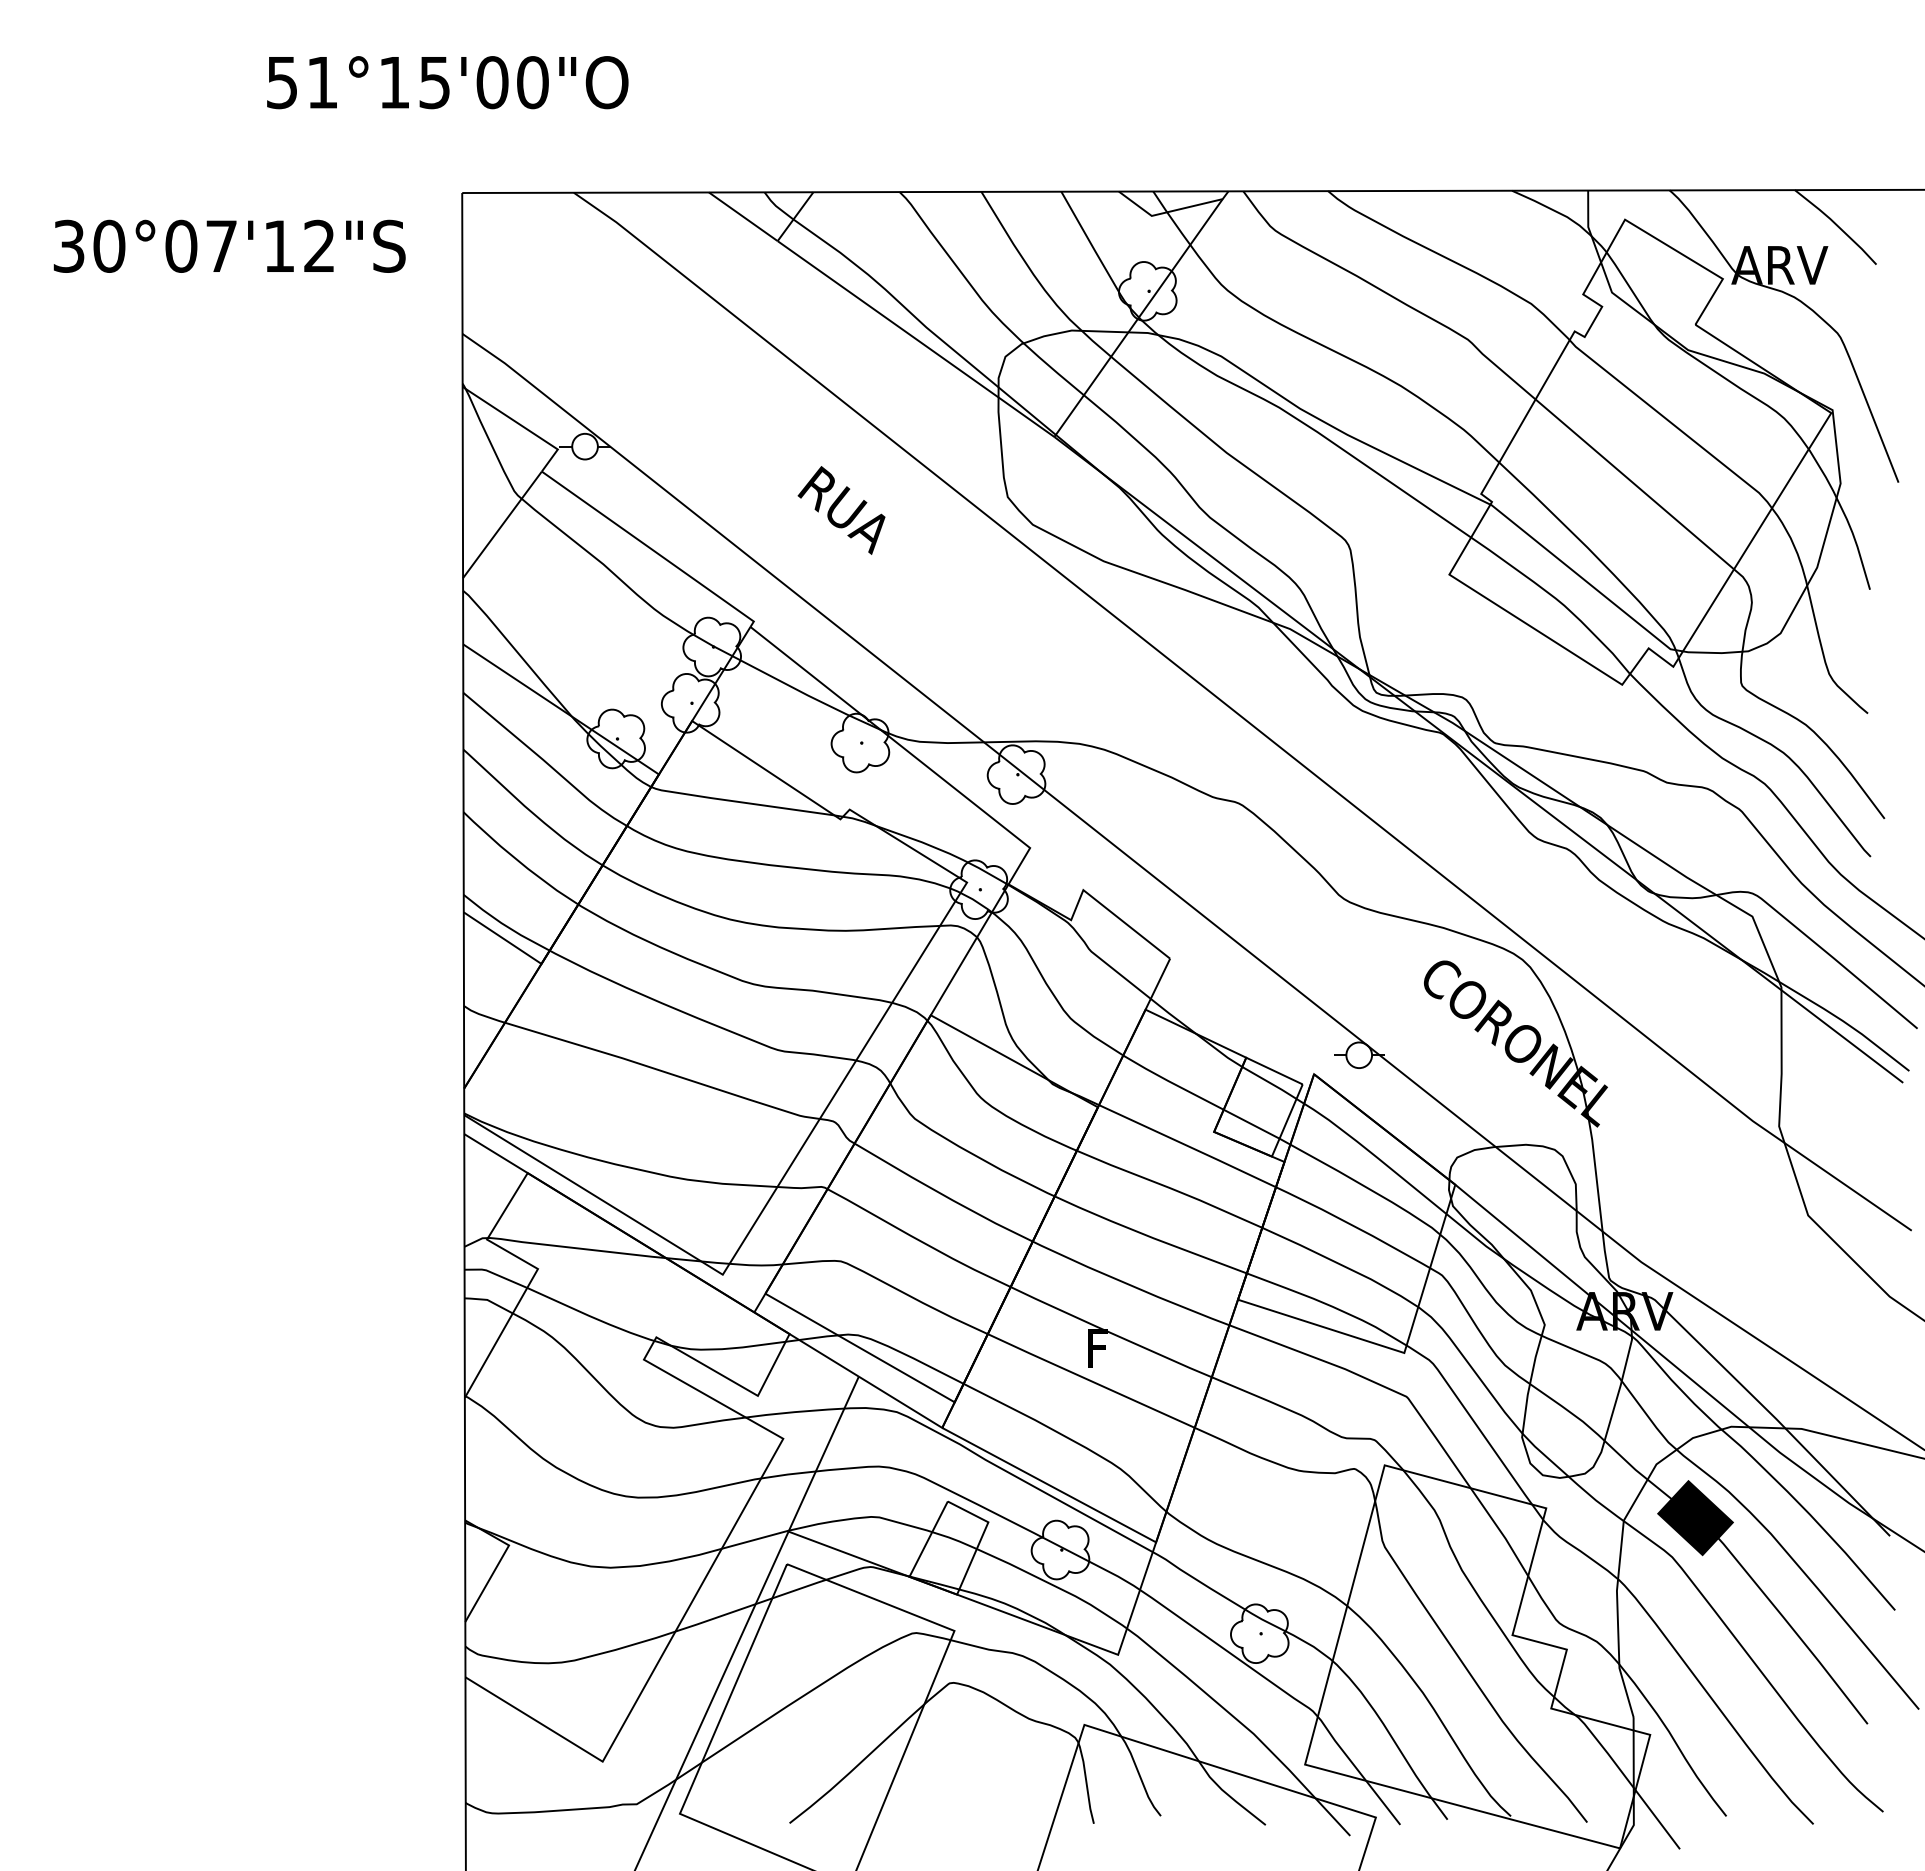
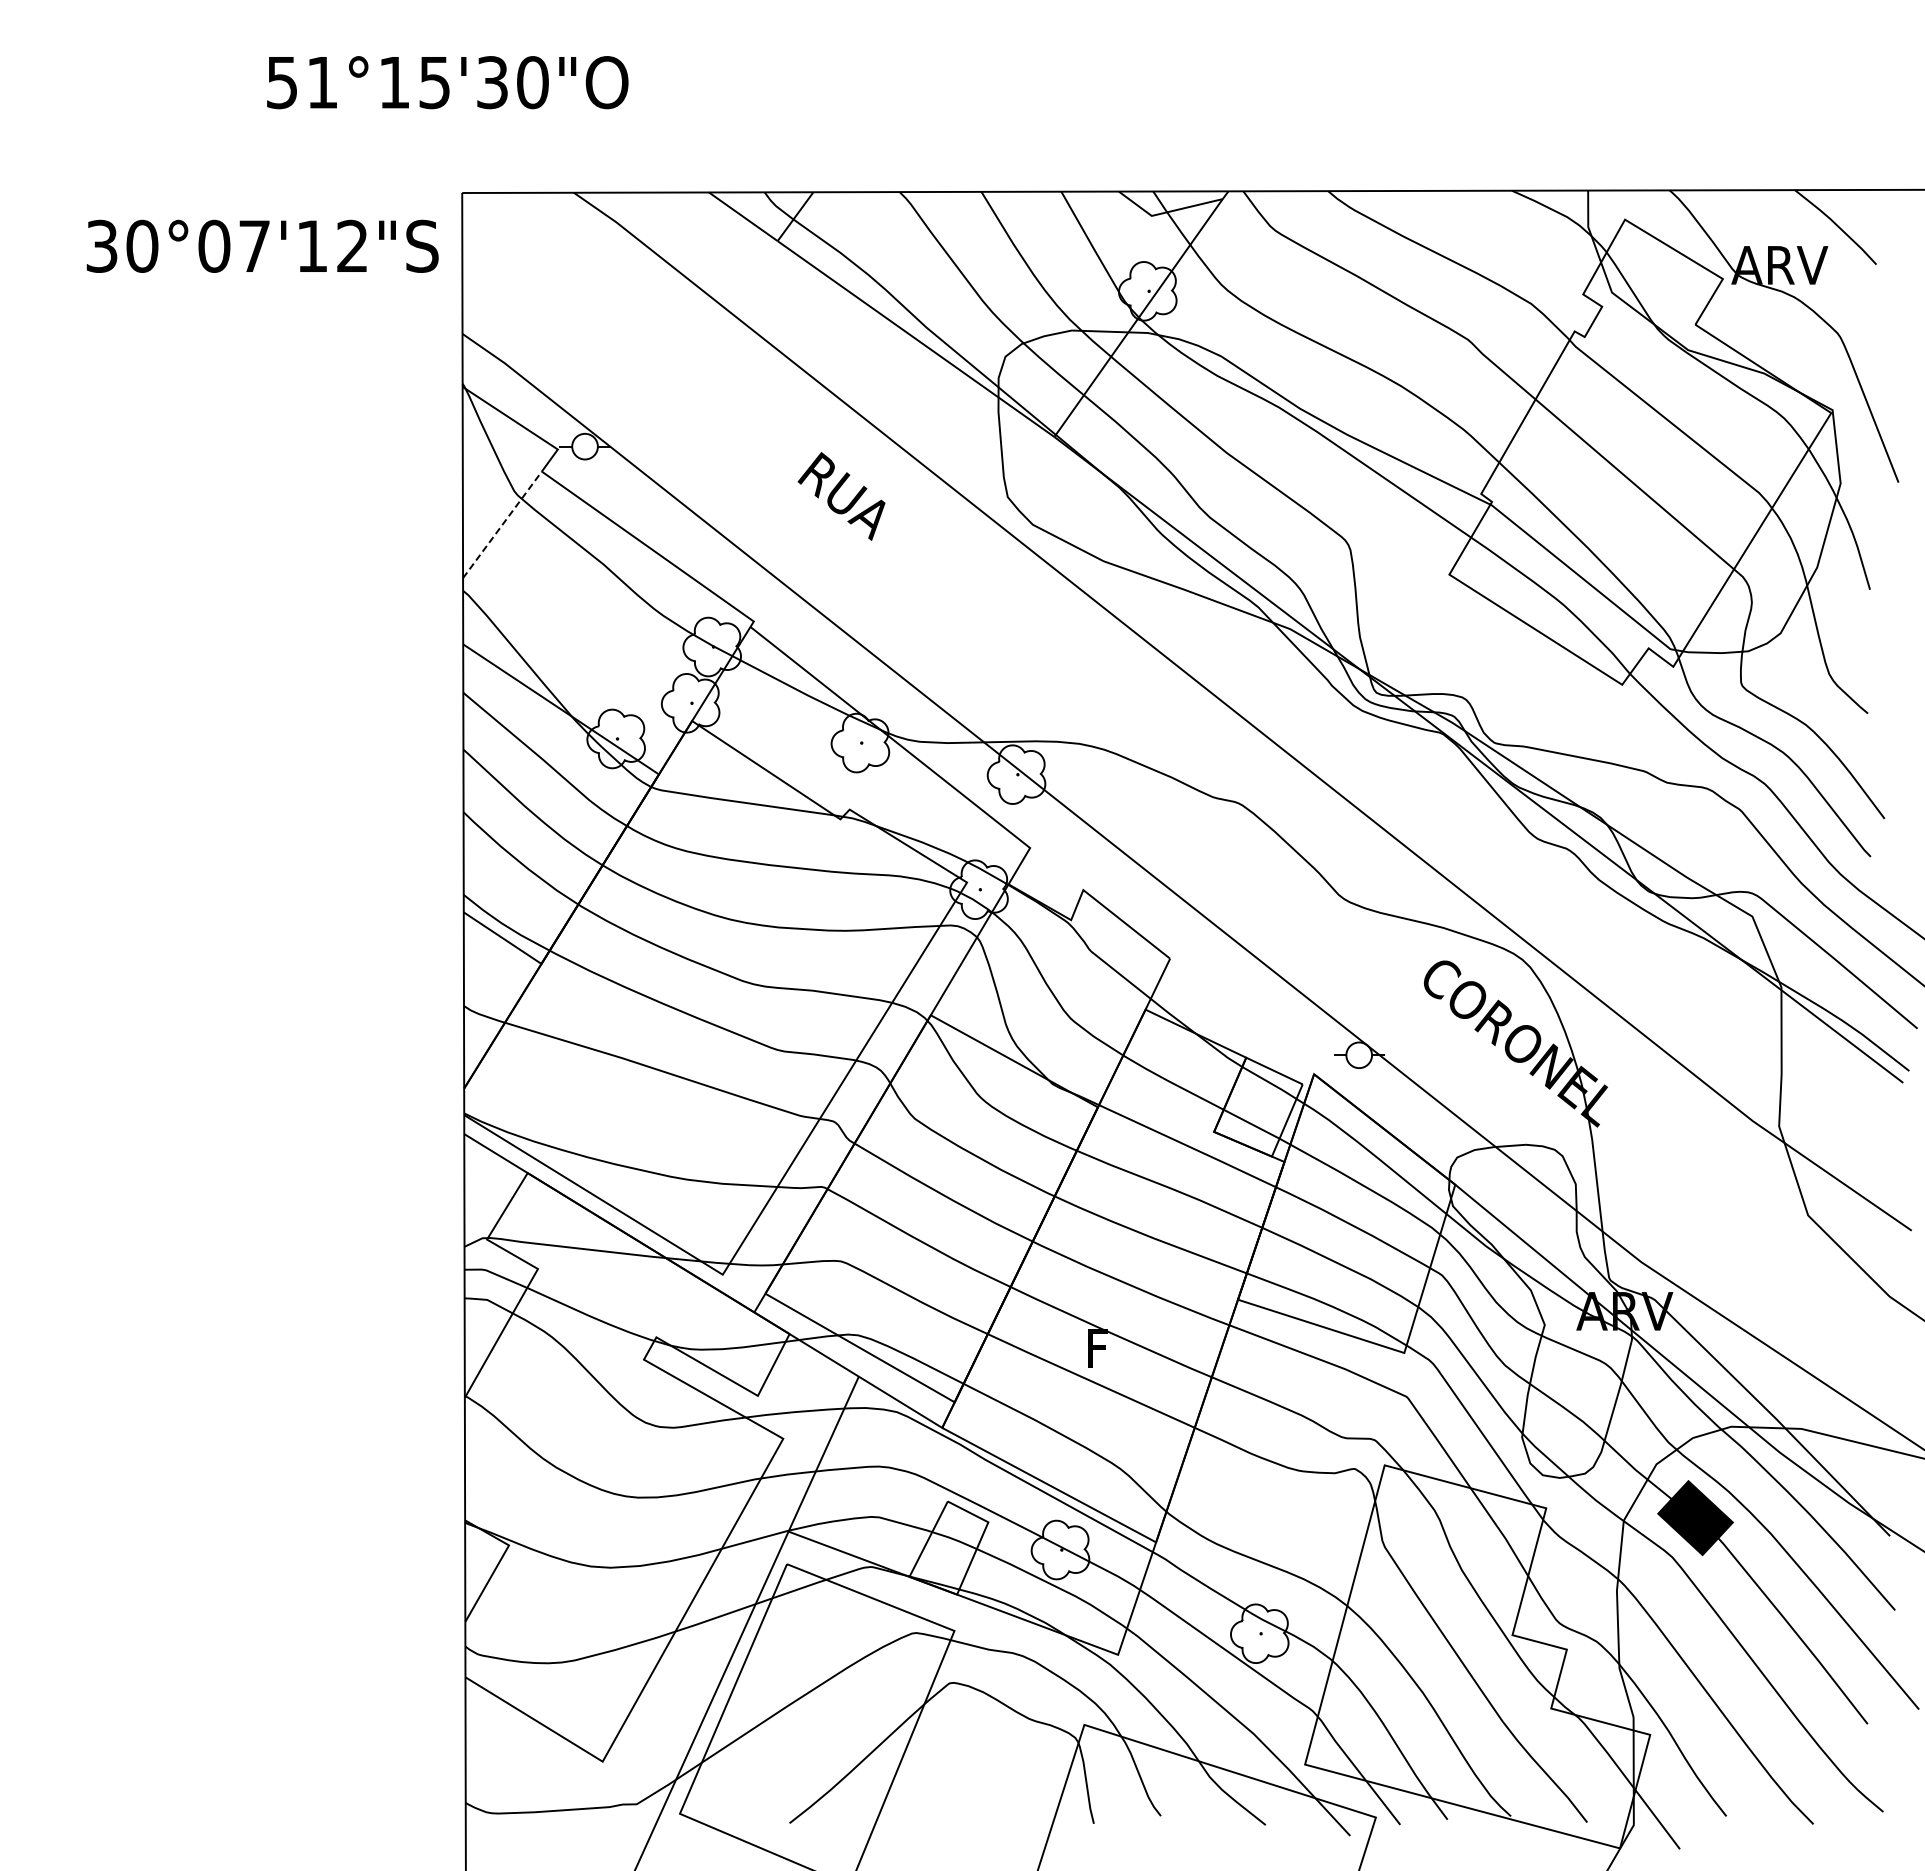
text at (492, 82): 51°15'00"O -> 51°15'30"O
text at (229, 245) position: (229, 245) -> (262, 245)
text at (841, 510) position: (841, 510) -> (841, 496)
line at (502, 524): solid -> dashed
